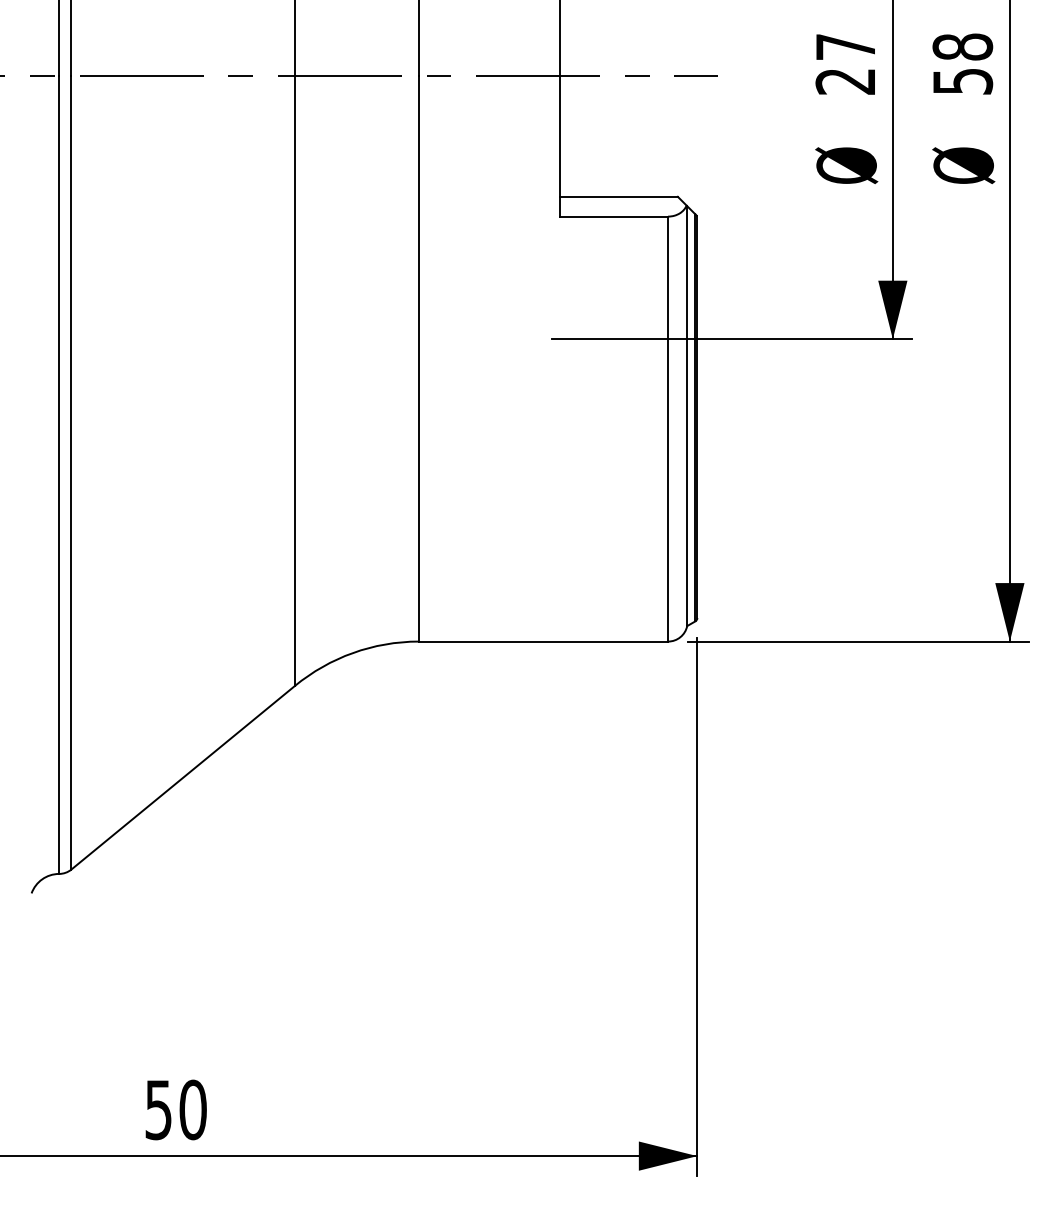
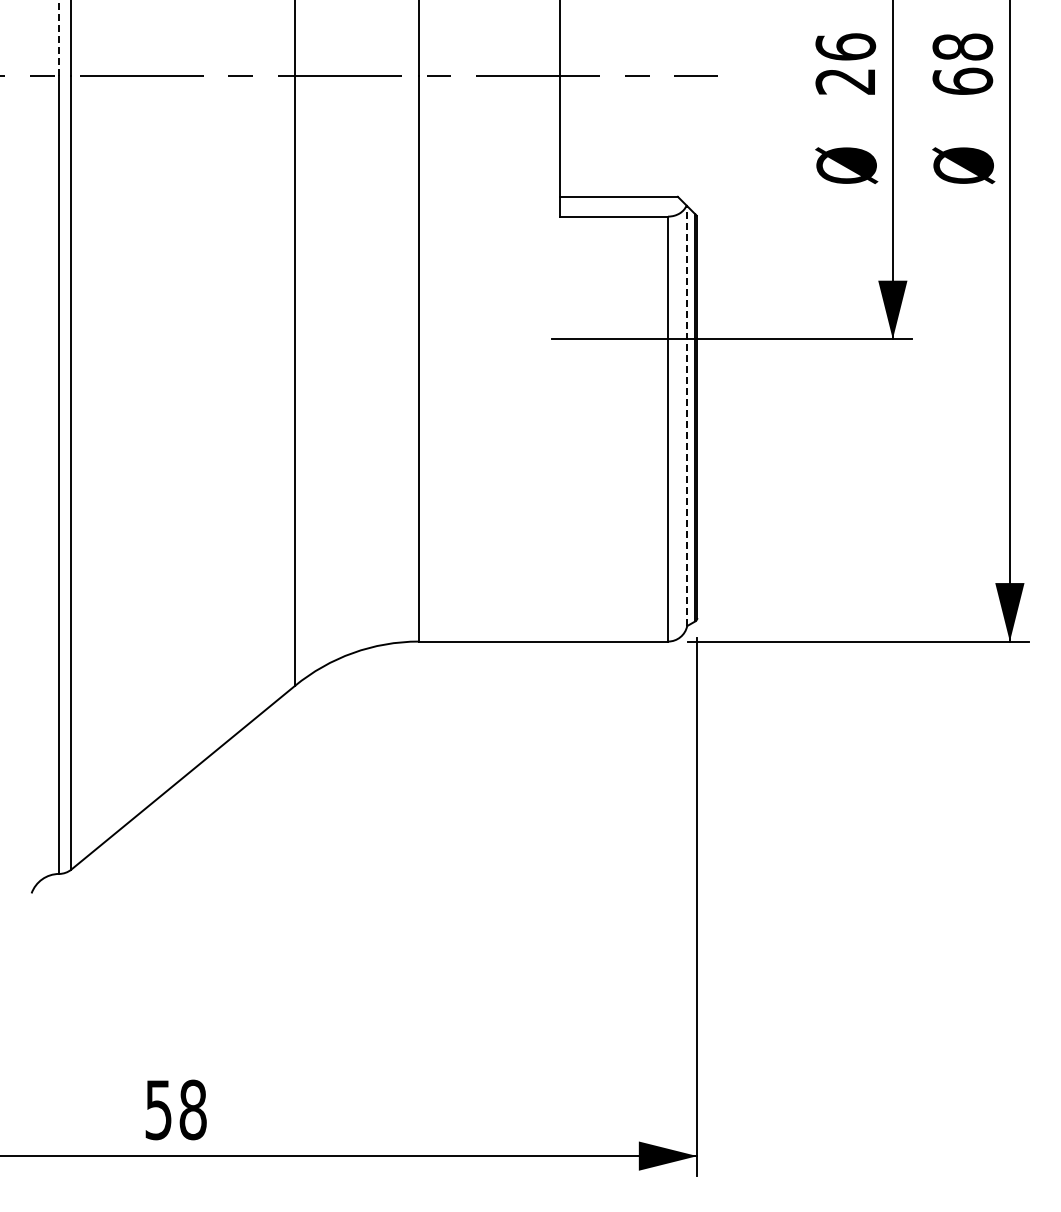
line at (59, 37): solid -> dashed
text at (845, 46): 27 -> 26
text at (962, 80): 58 -> 68
line at (687, 416): solid -> dashed
text at (192, 1110): 50 -> 58
